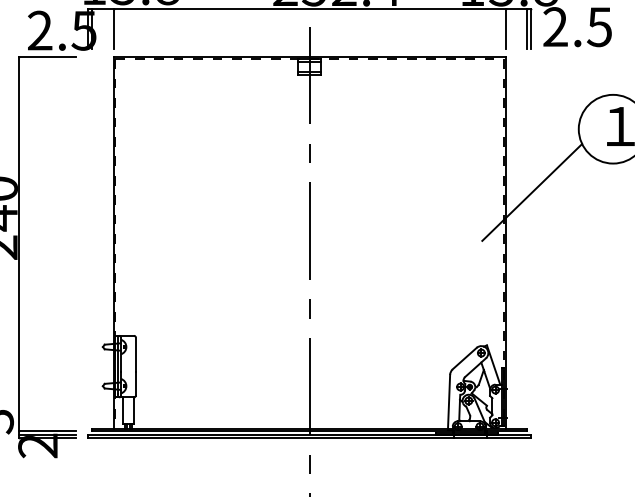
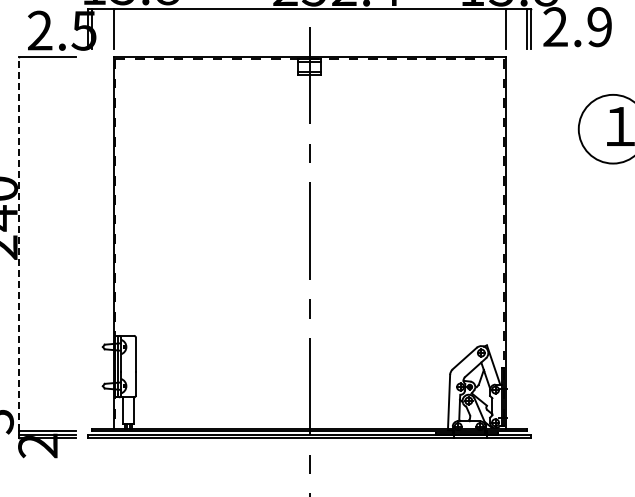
text at (599, 27): 2.5 -> 2.9
line at (532, 192): present -> none
line at (18, 243): solid -> dashed
